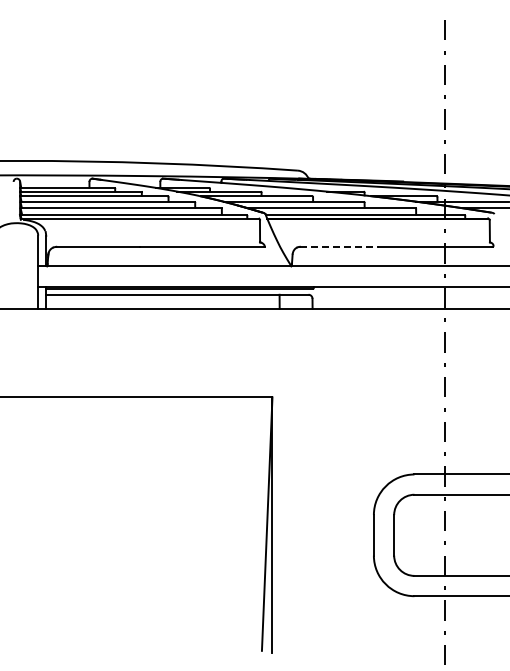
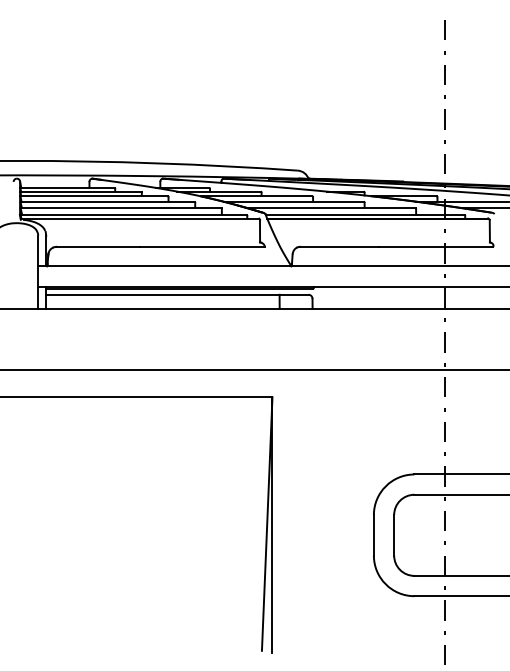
line at (339, 246): dashed -> solid
line at (254, 369): none -> present
